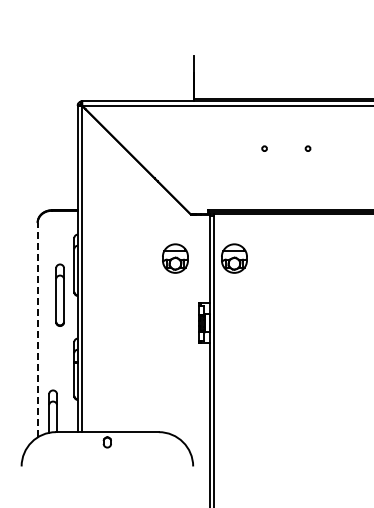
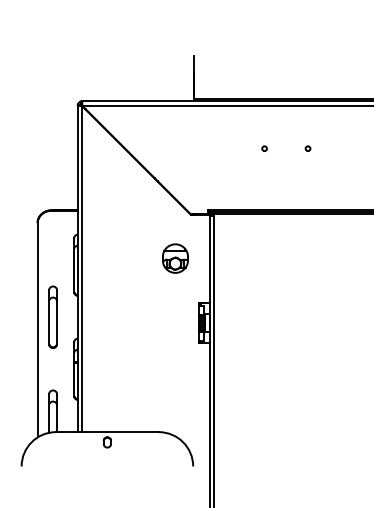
part at (234, 258): present -> none
part at (59, 294) position: (59, 294) -> (52, 316)
line at (37, 329): dashed -> solid
